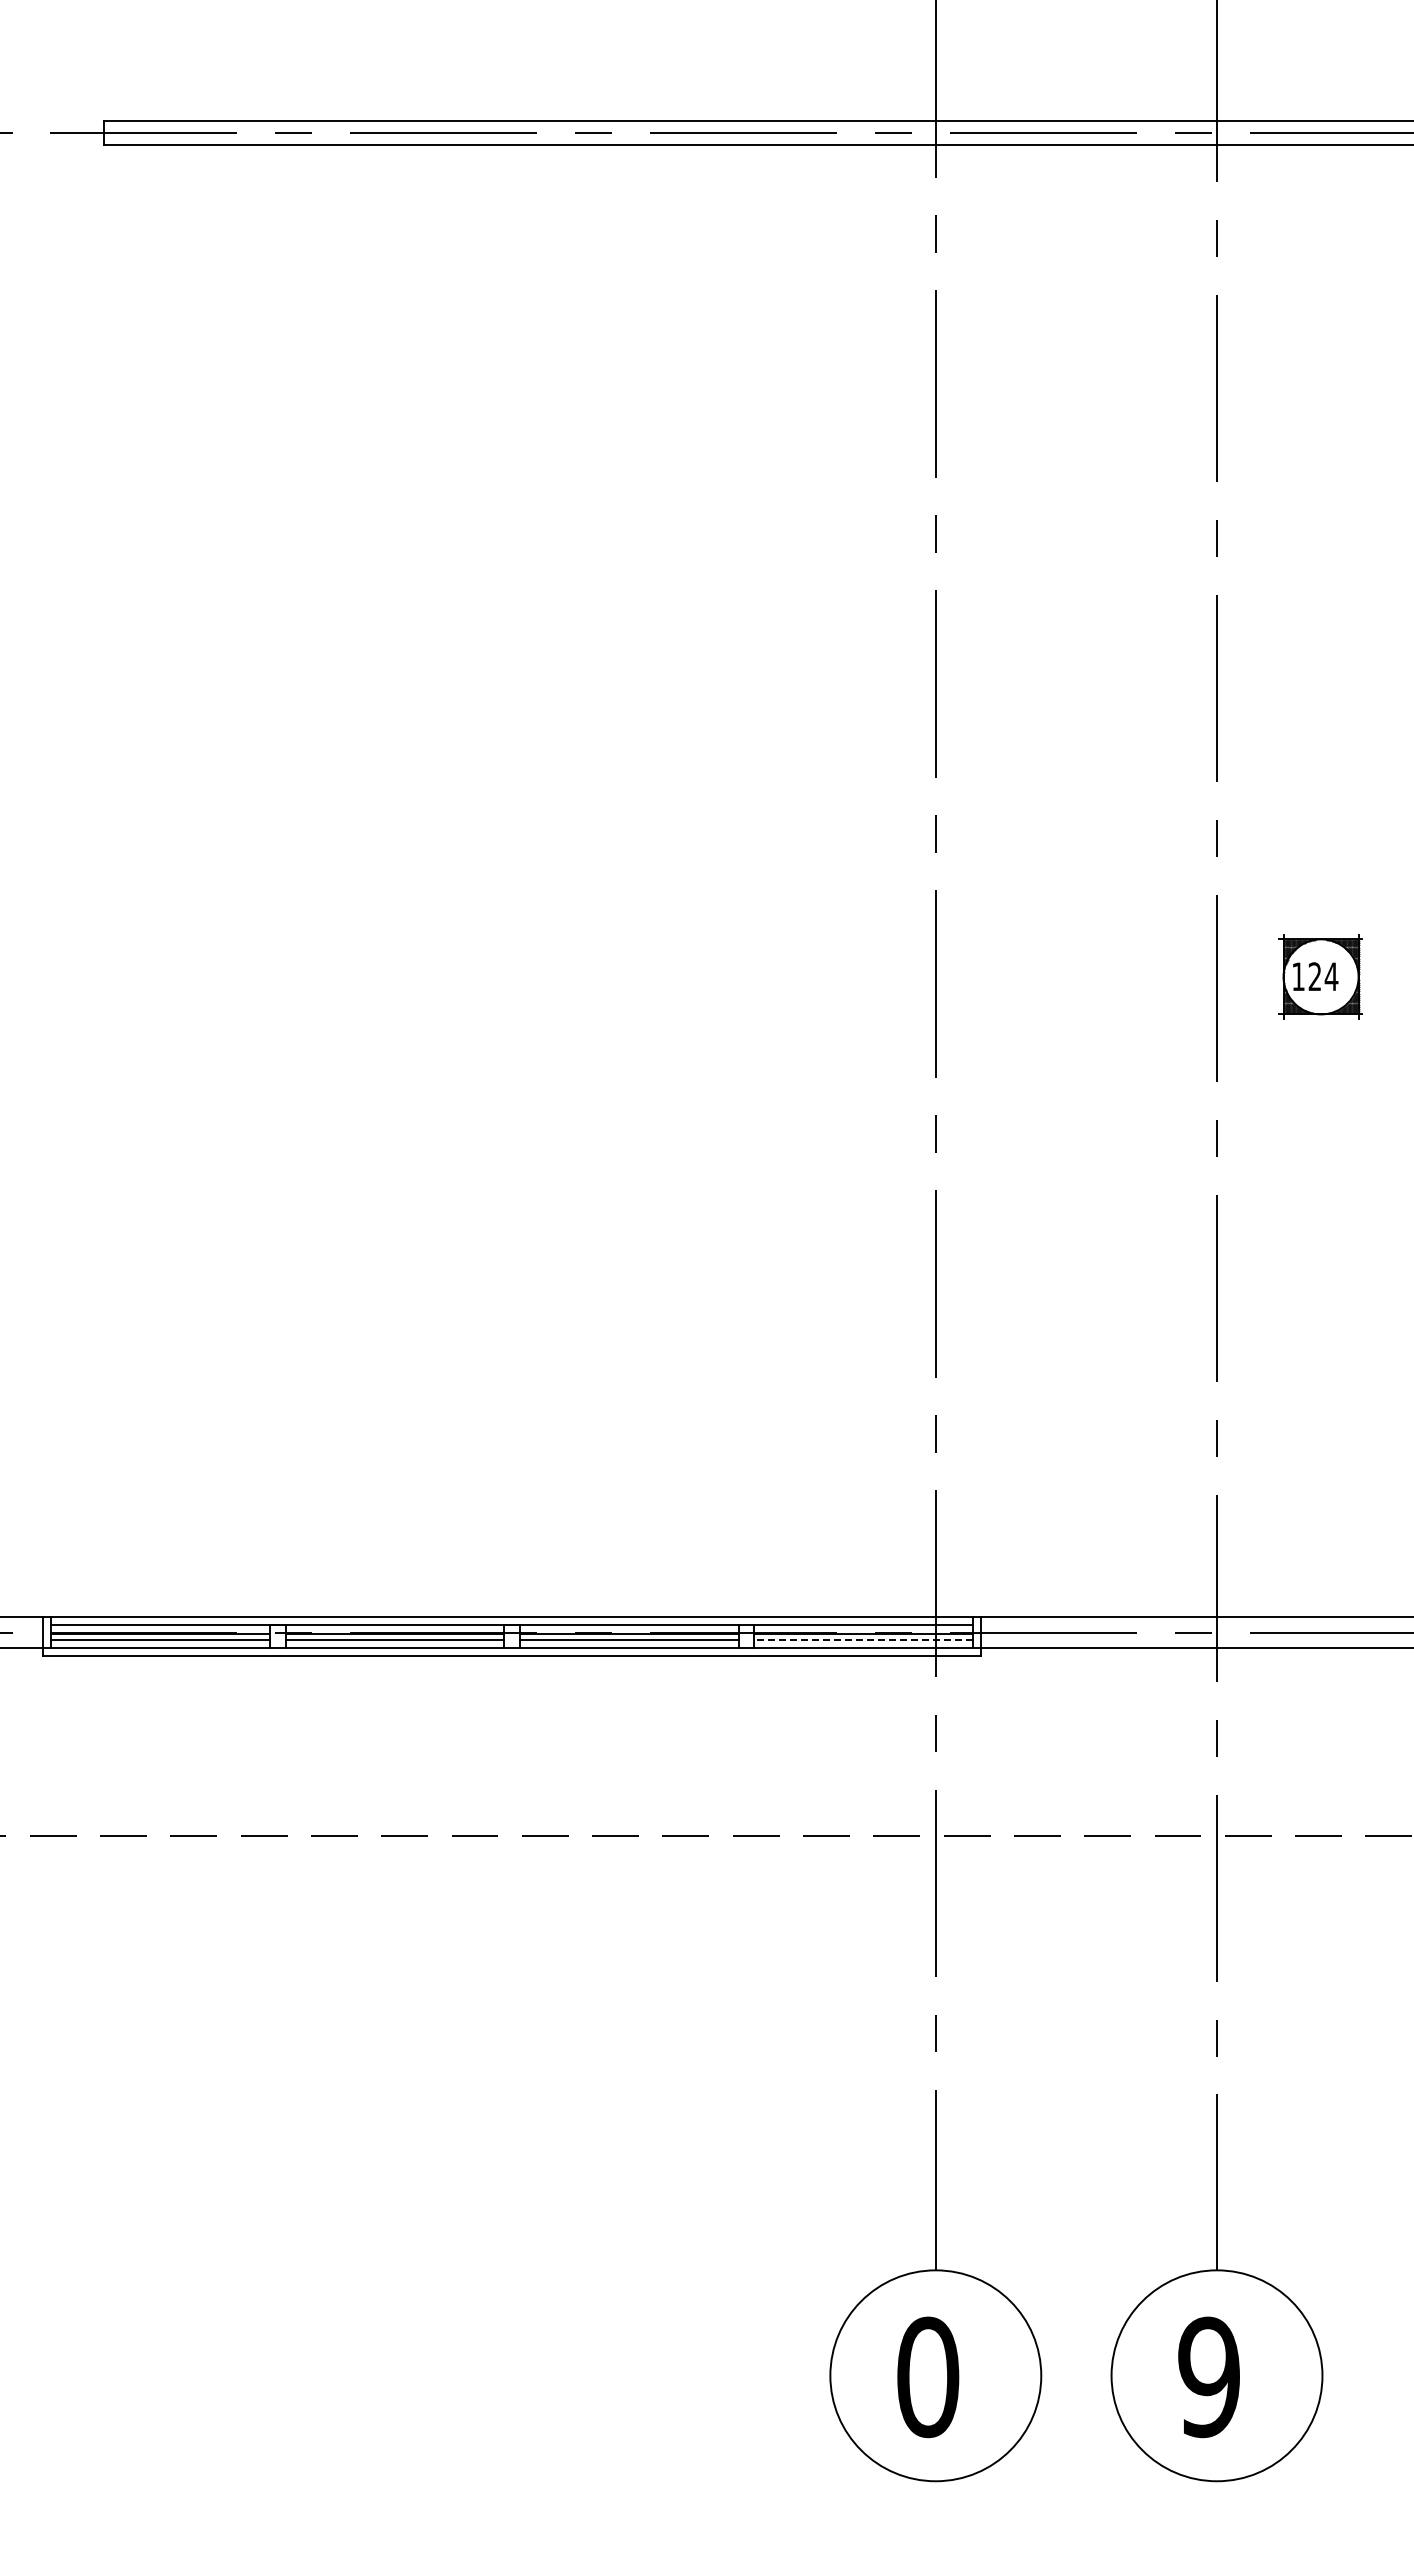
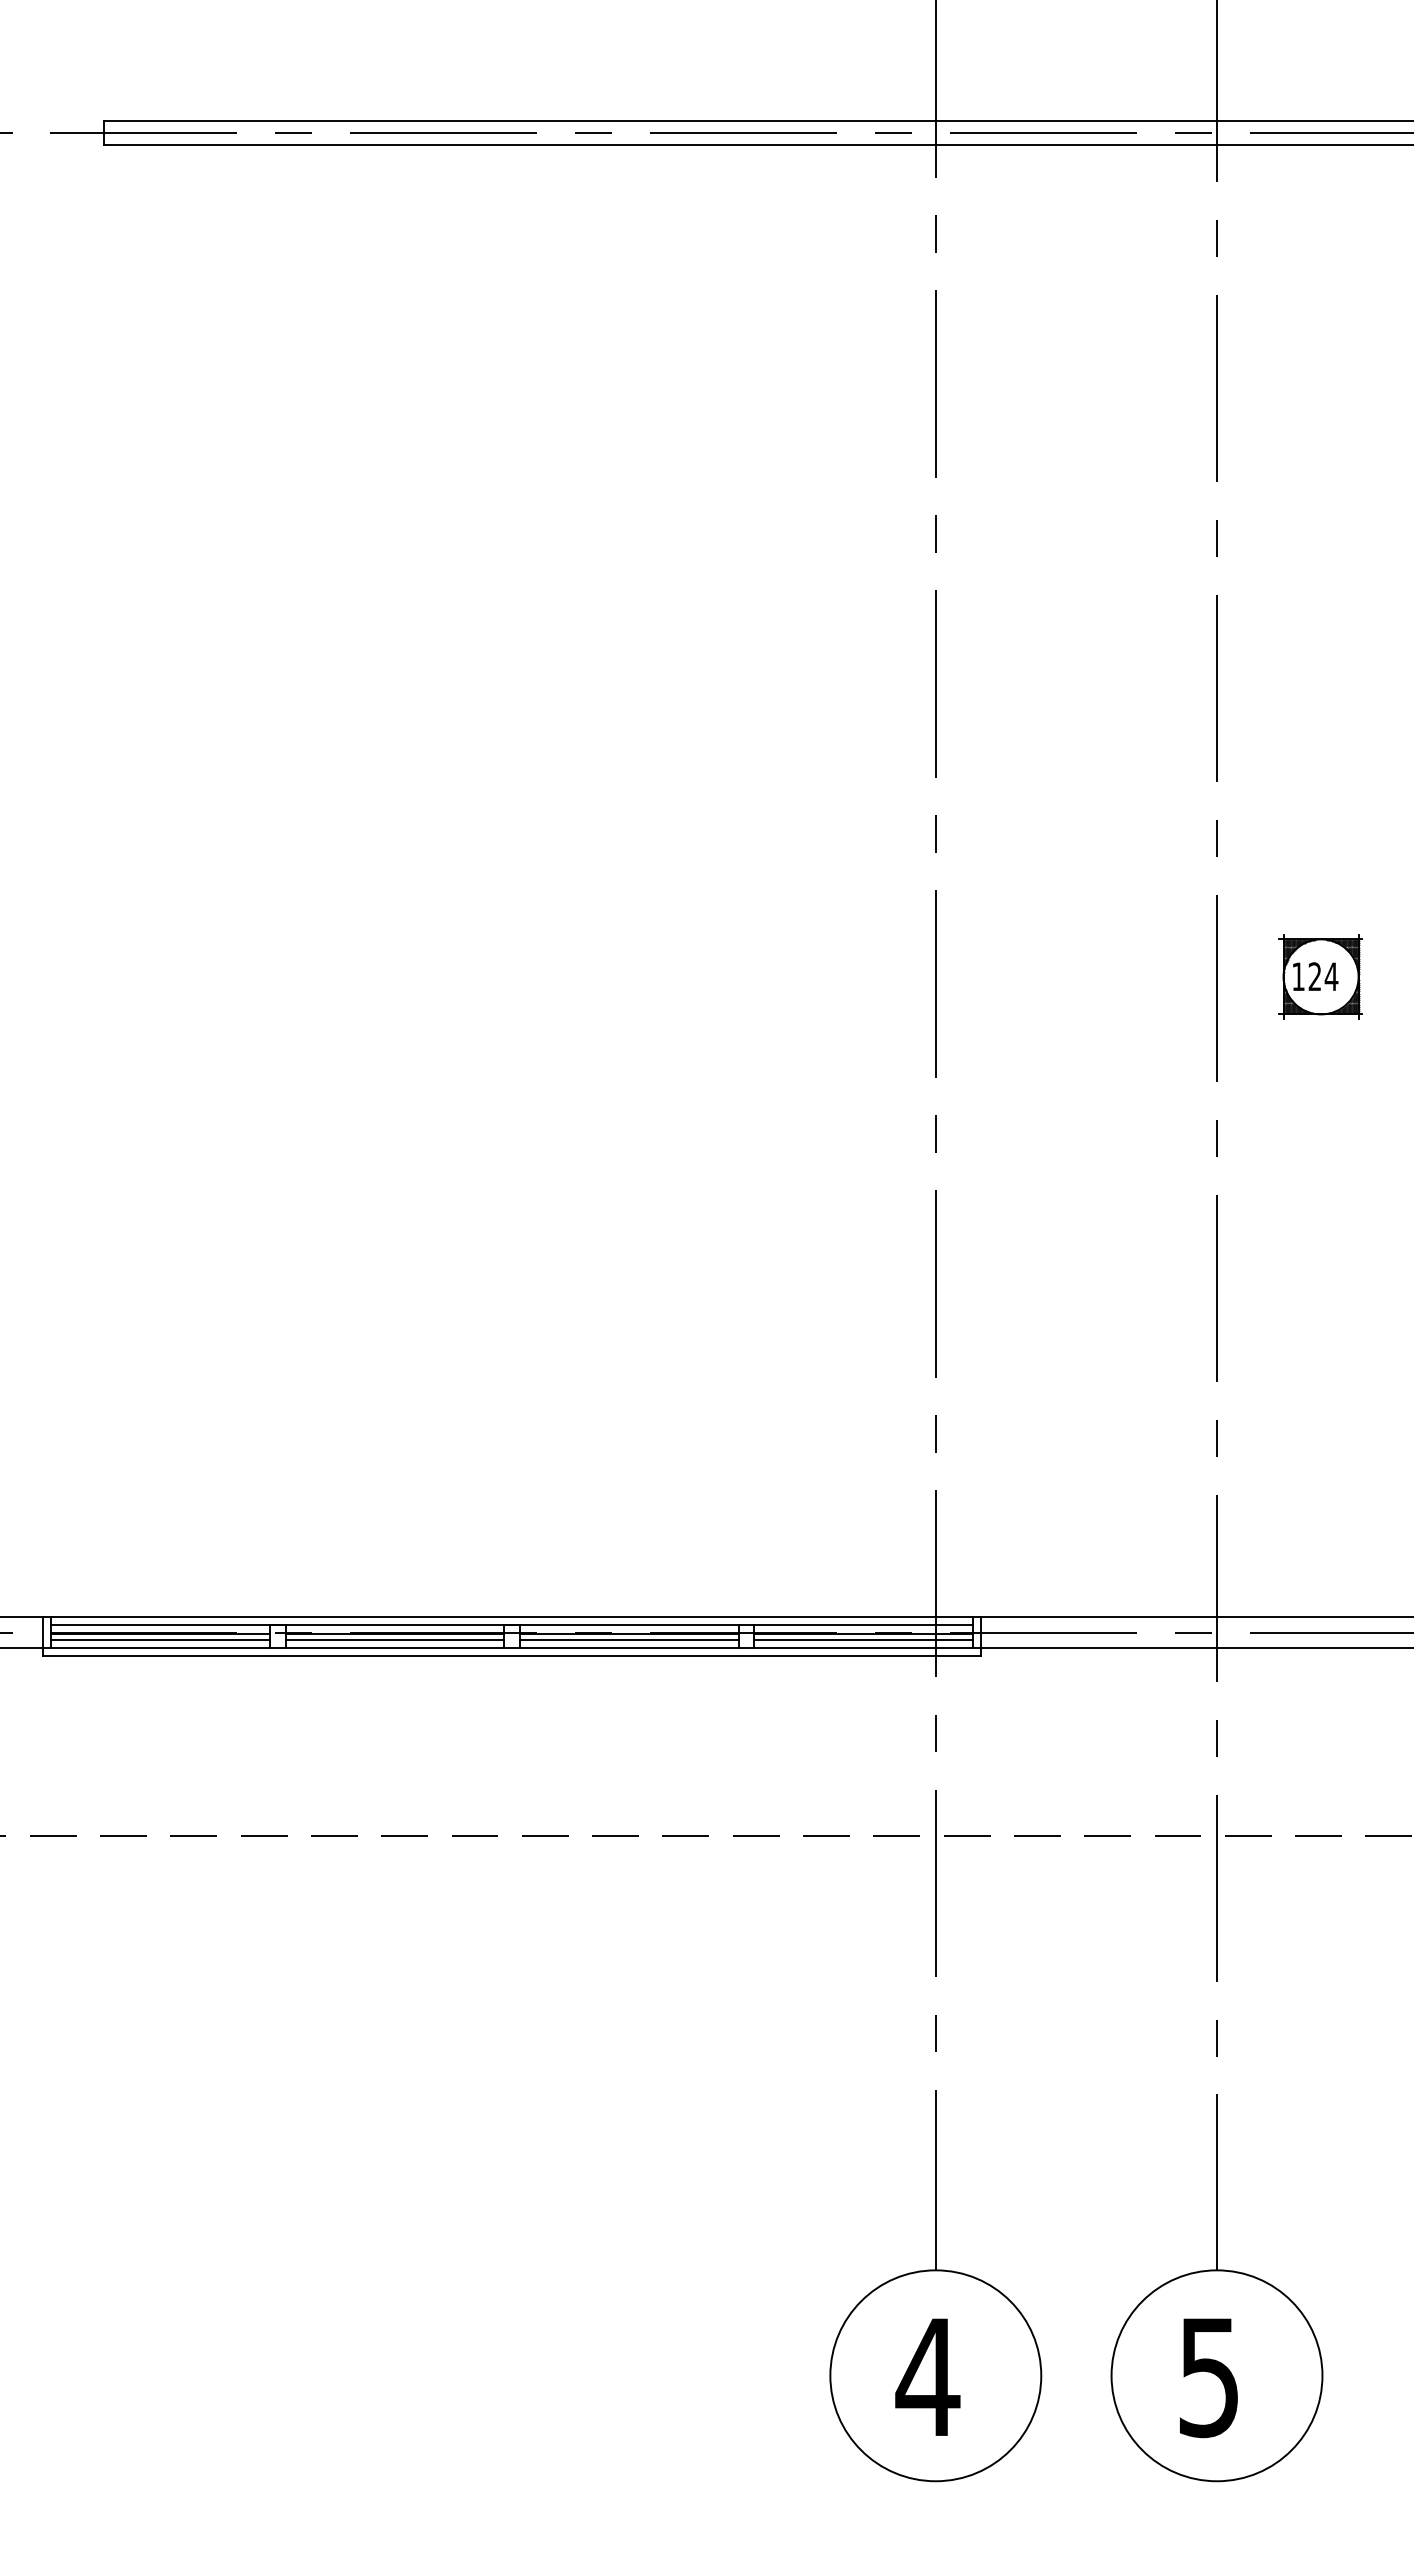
line at (863, 1639): dashed -> solid
text at (1208, 2376): 9 -> 5
text at (927, 2377): 0 -> 4
